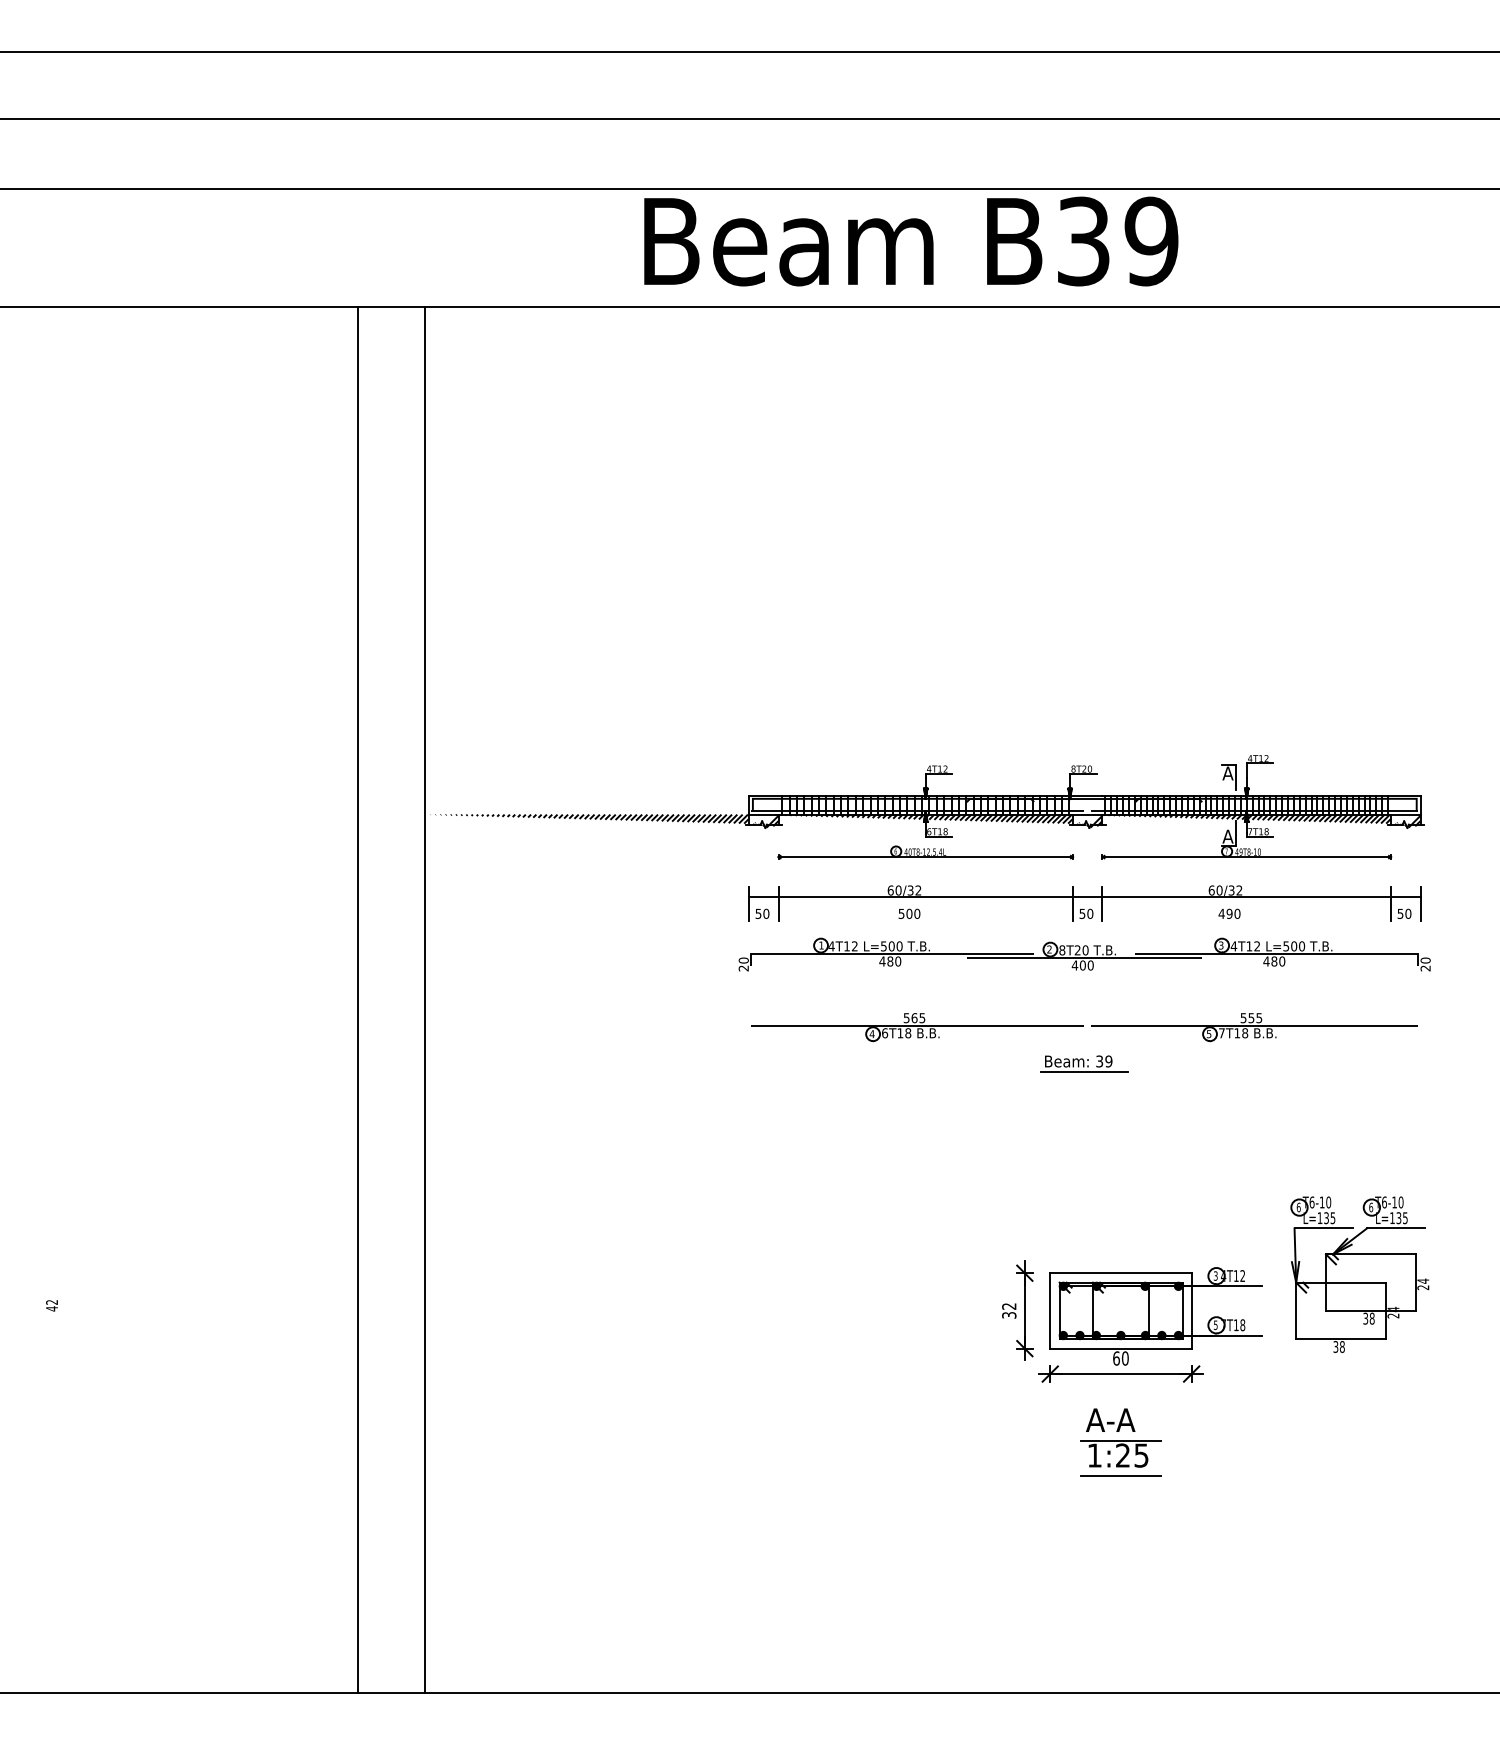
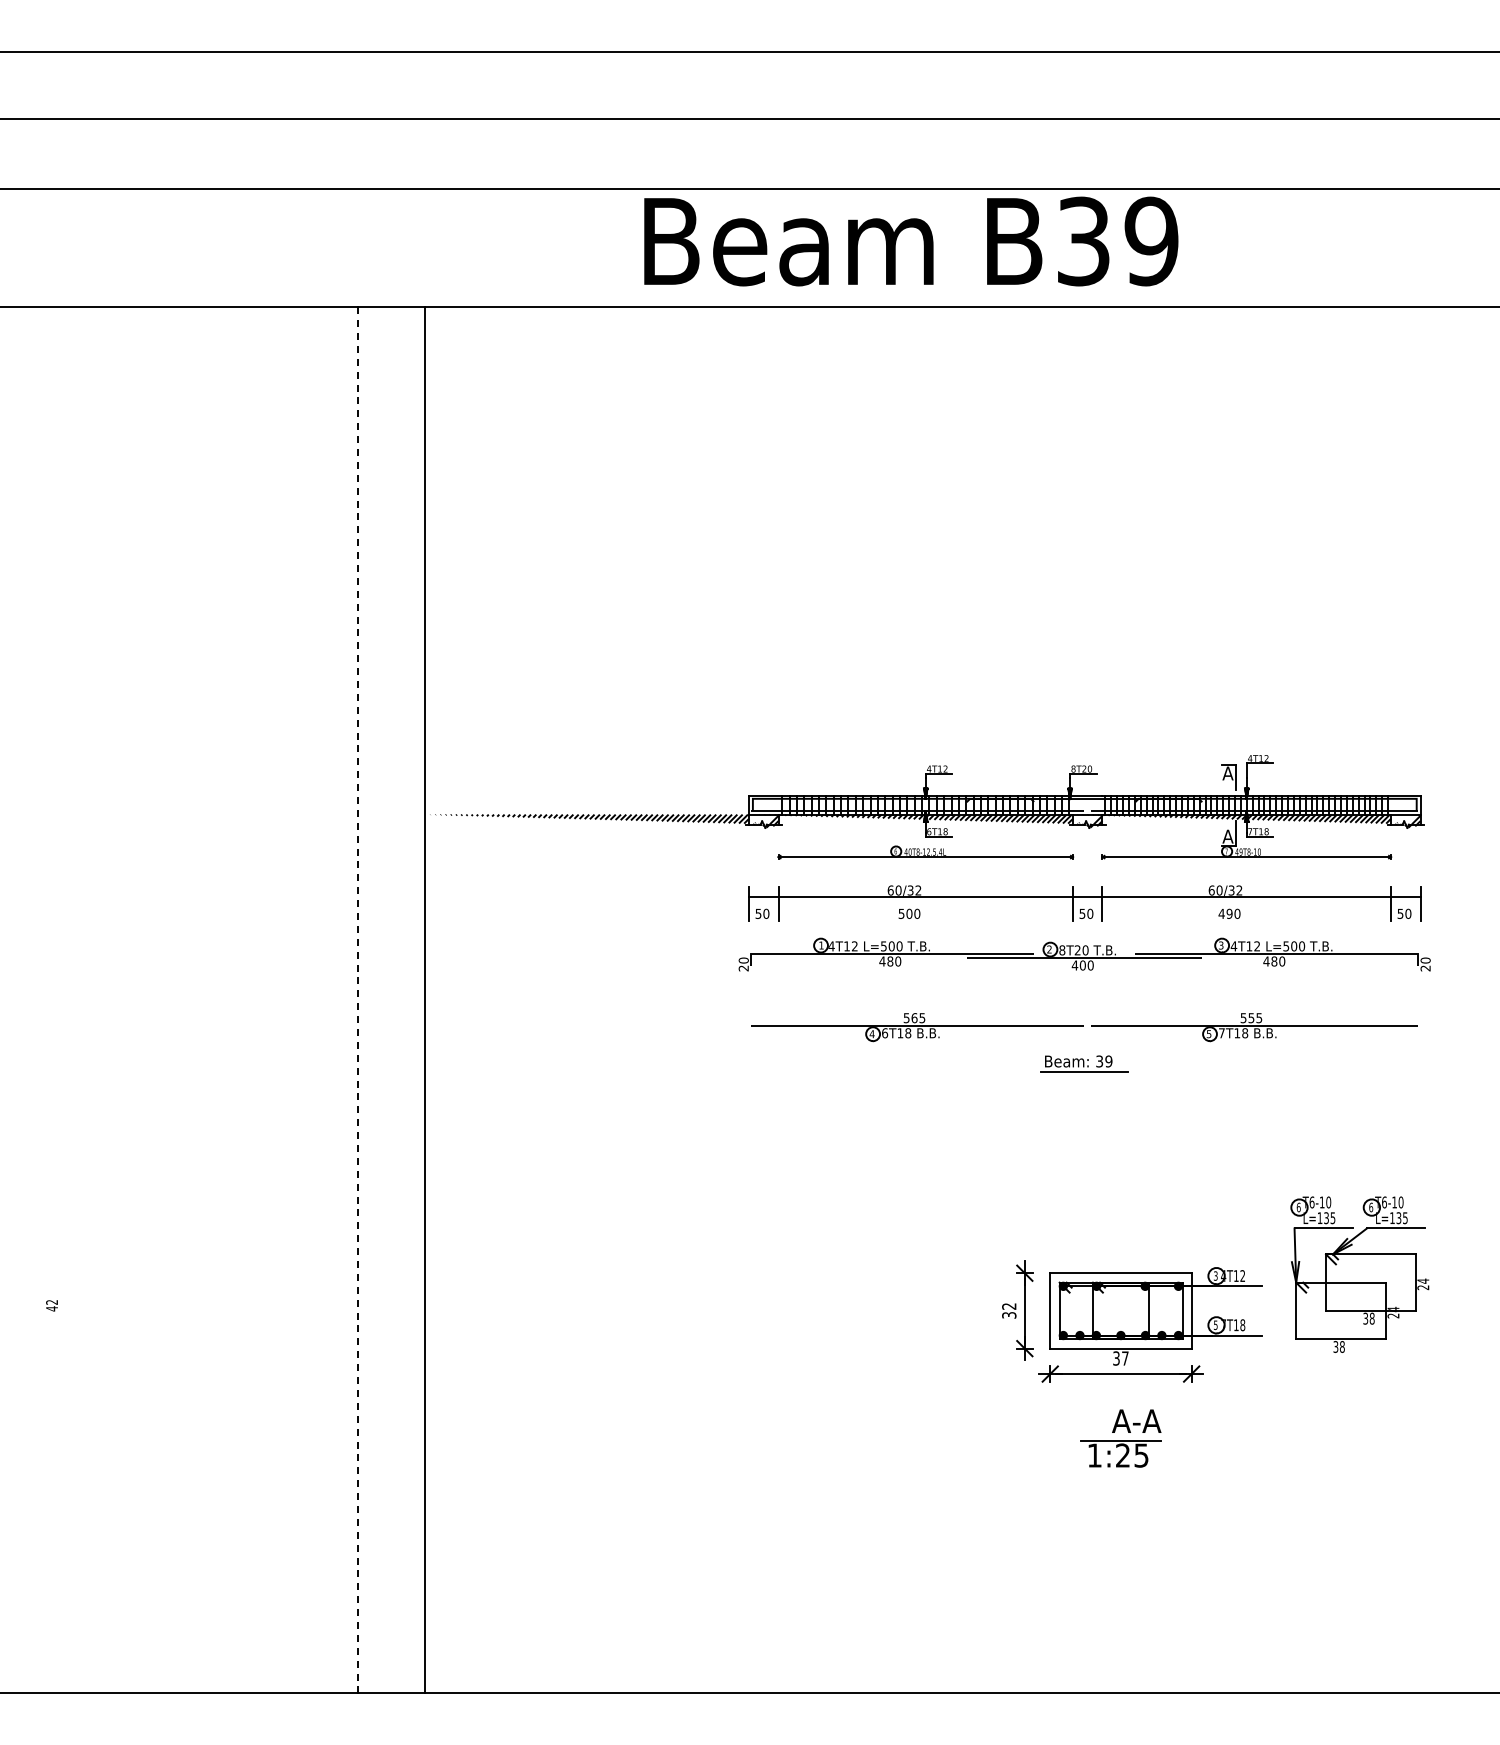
line at (357, 999): solid -> dashed
text at (1120, 1358): 60 -> 37
text at (1110, 1419) position: (1110, 1419) -> (1136, 1420)
line at (1120, 1476): present -> none
